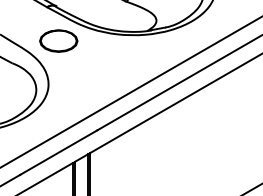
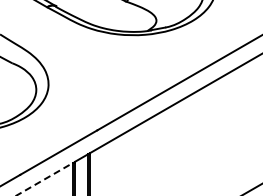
part at (58, 40): present -> none
line at (130, 92): present -> none
line at (45, 179): solid -> dashed
